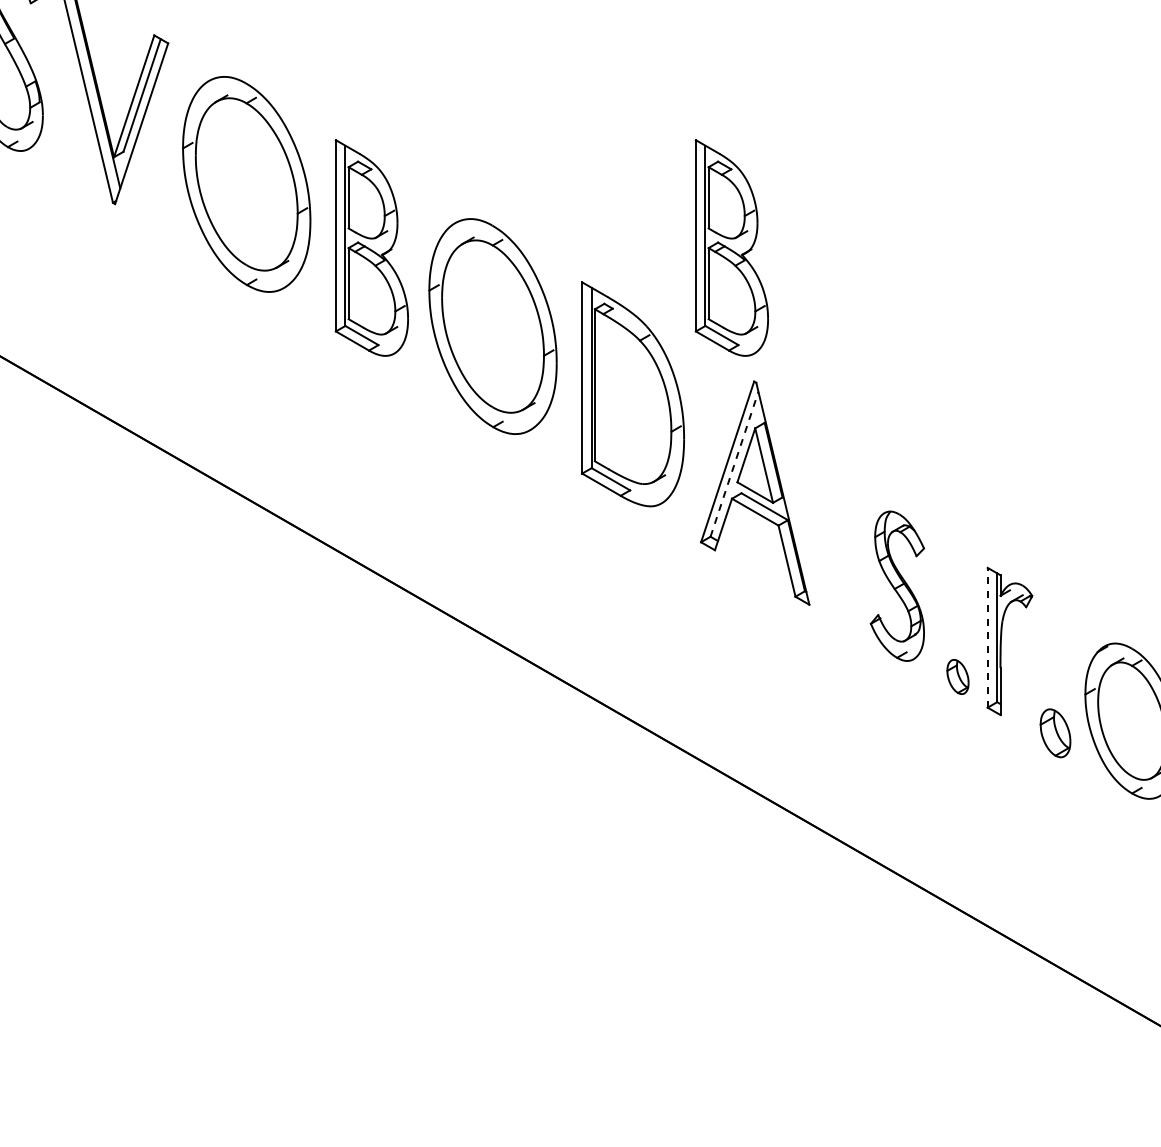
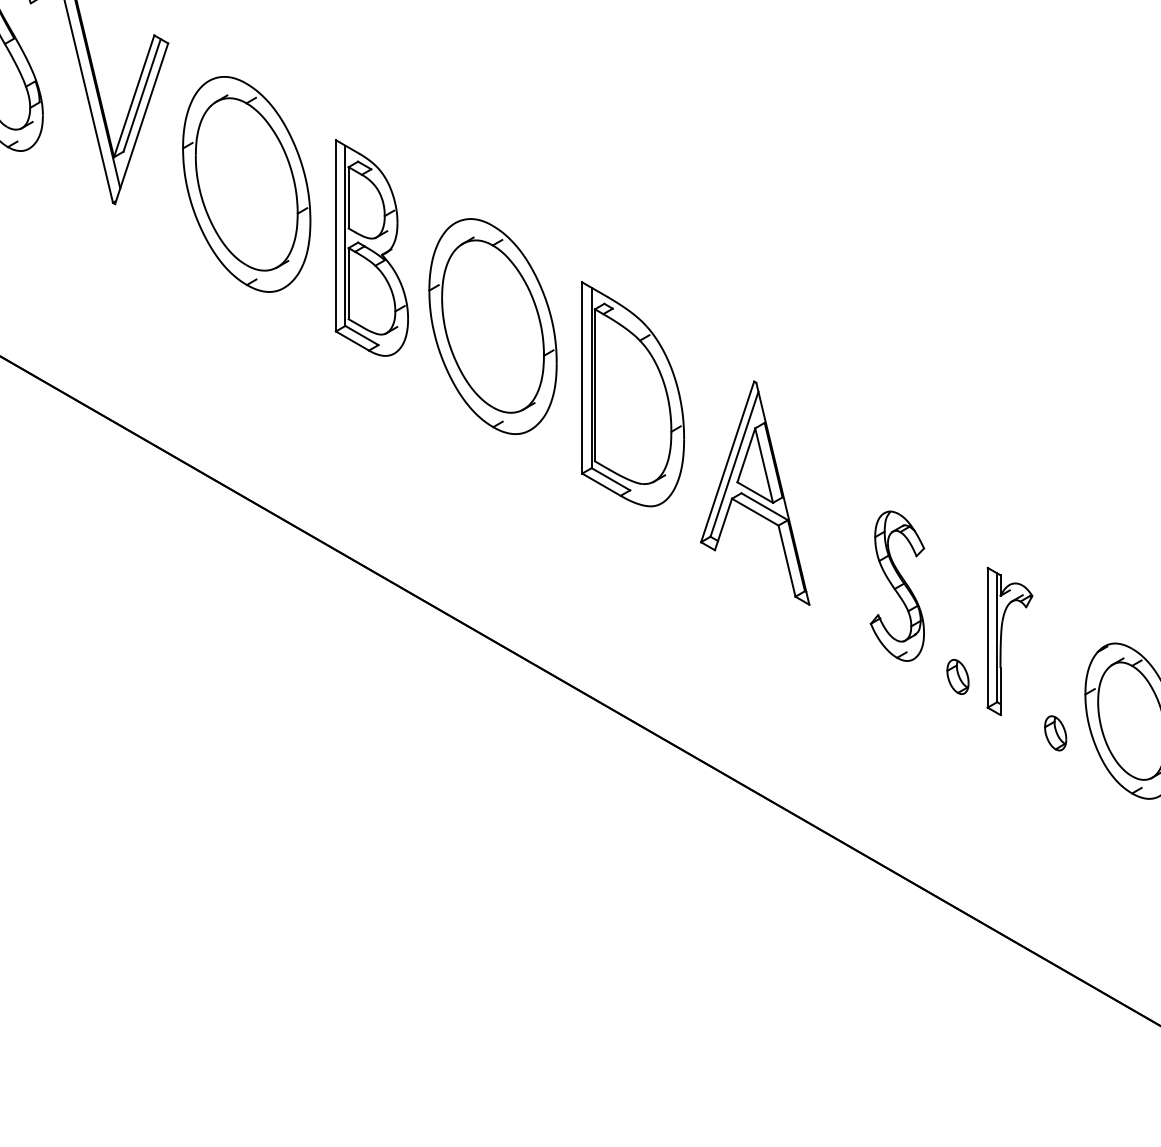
part at (731, 247): present -> none
line at (734, 463): dashed -> solid
line at (987, 637): dashed -> solid
part at (1055, 733) size: 33x51 px -> 24x37 px
